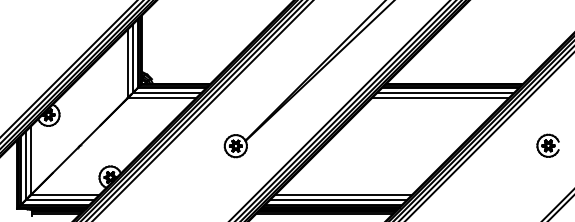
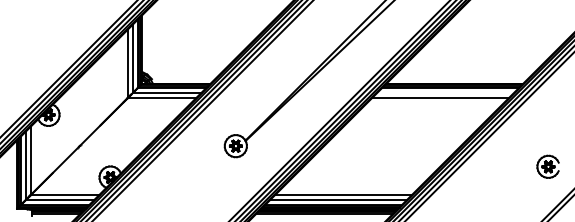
line at (445, 92): present -> none
part at (547, 145) position: (547, 145) -> (547, 166)
